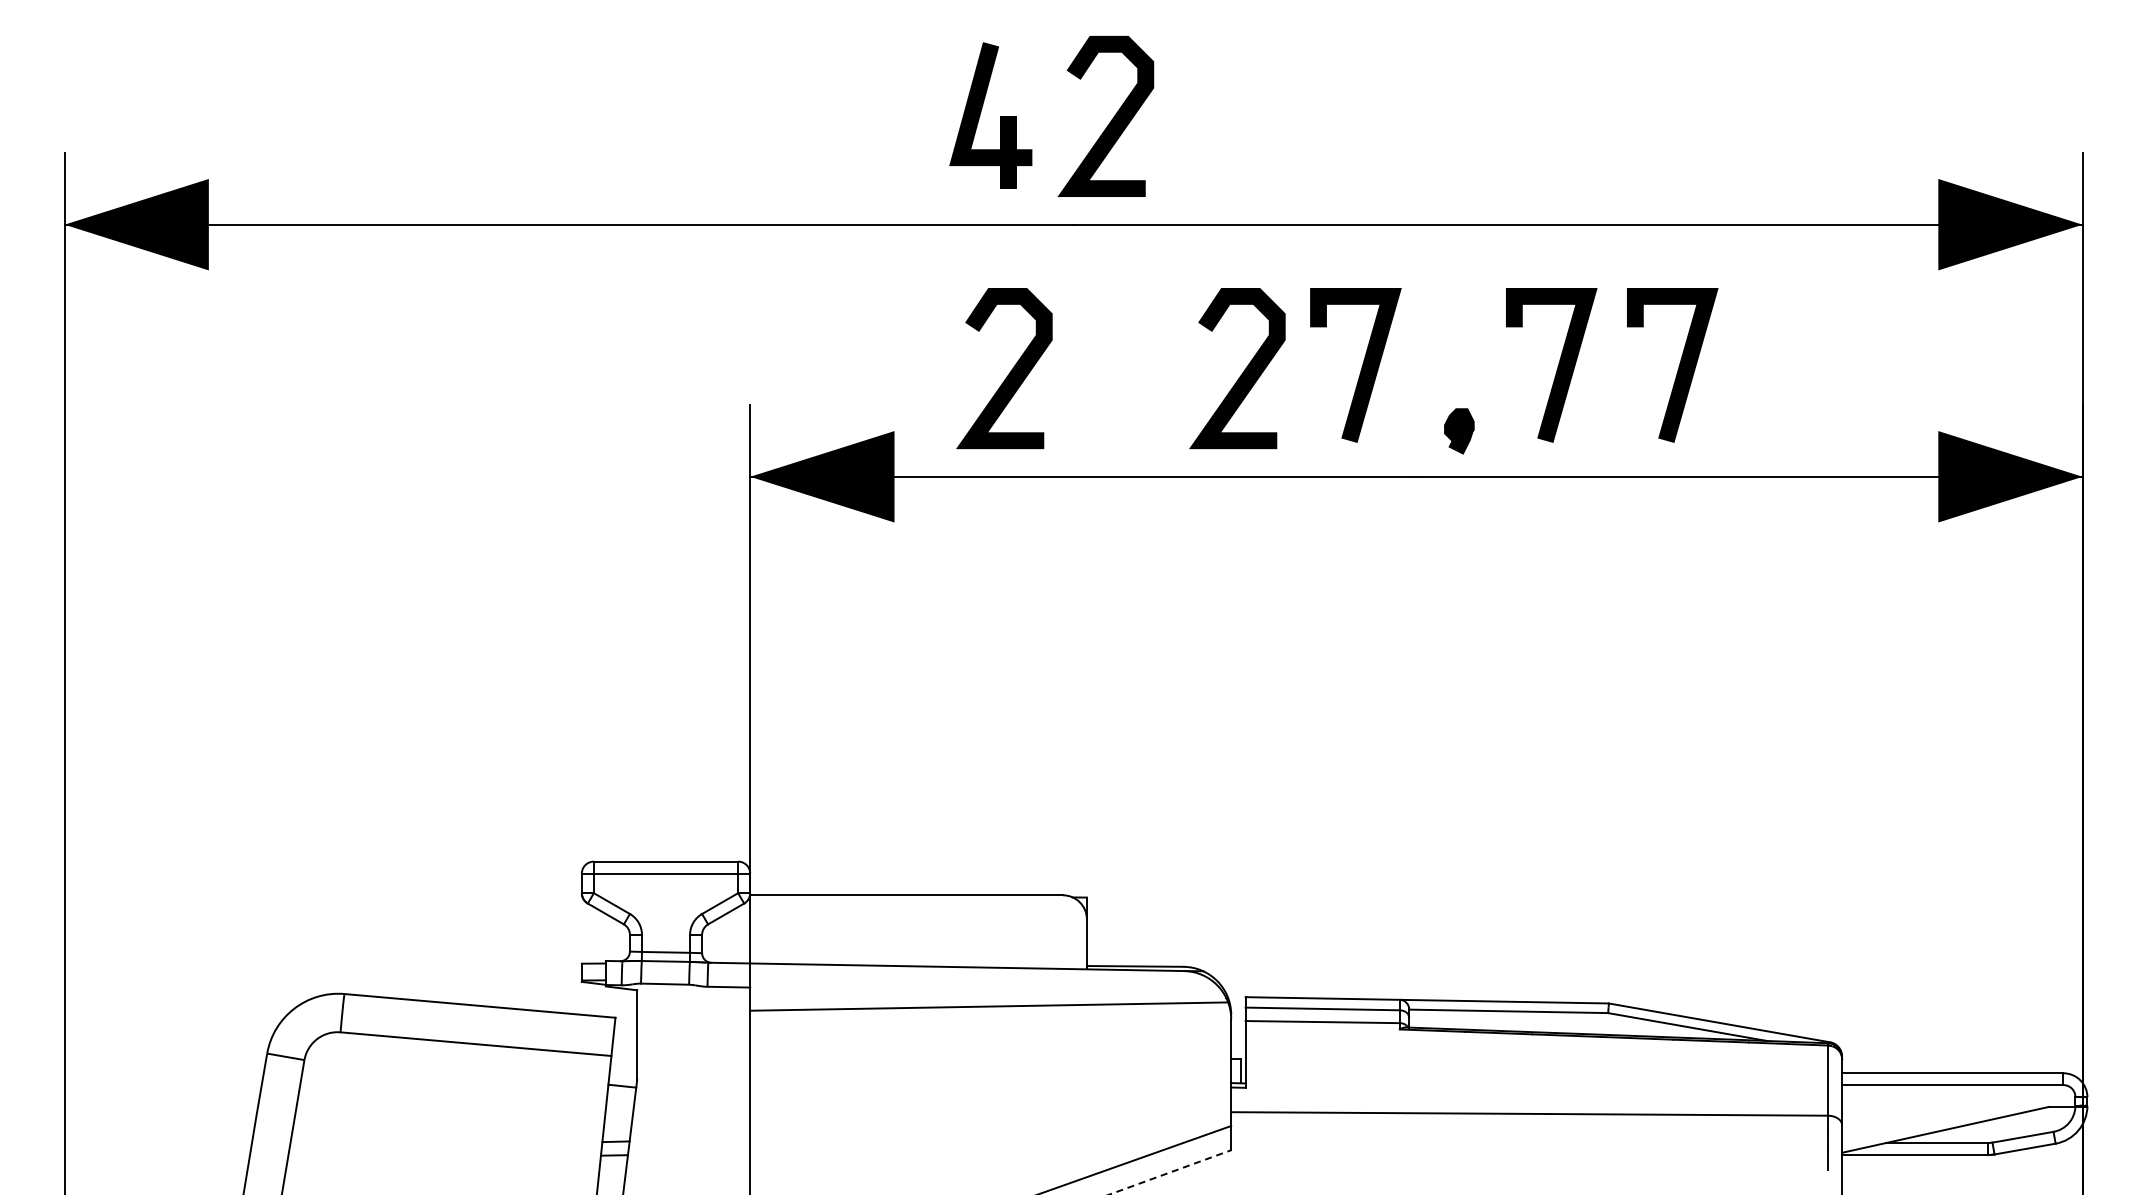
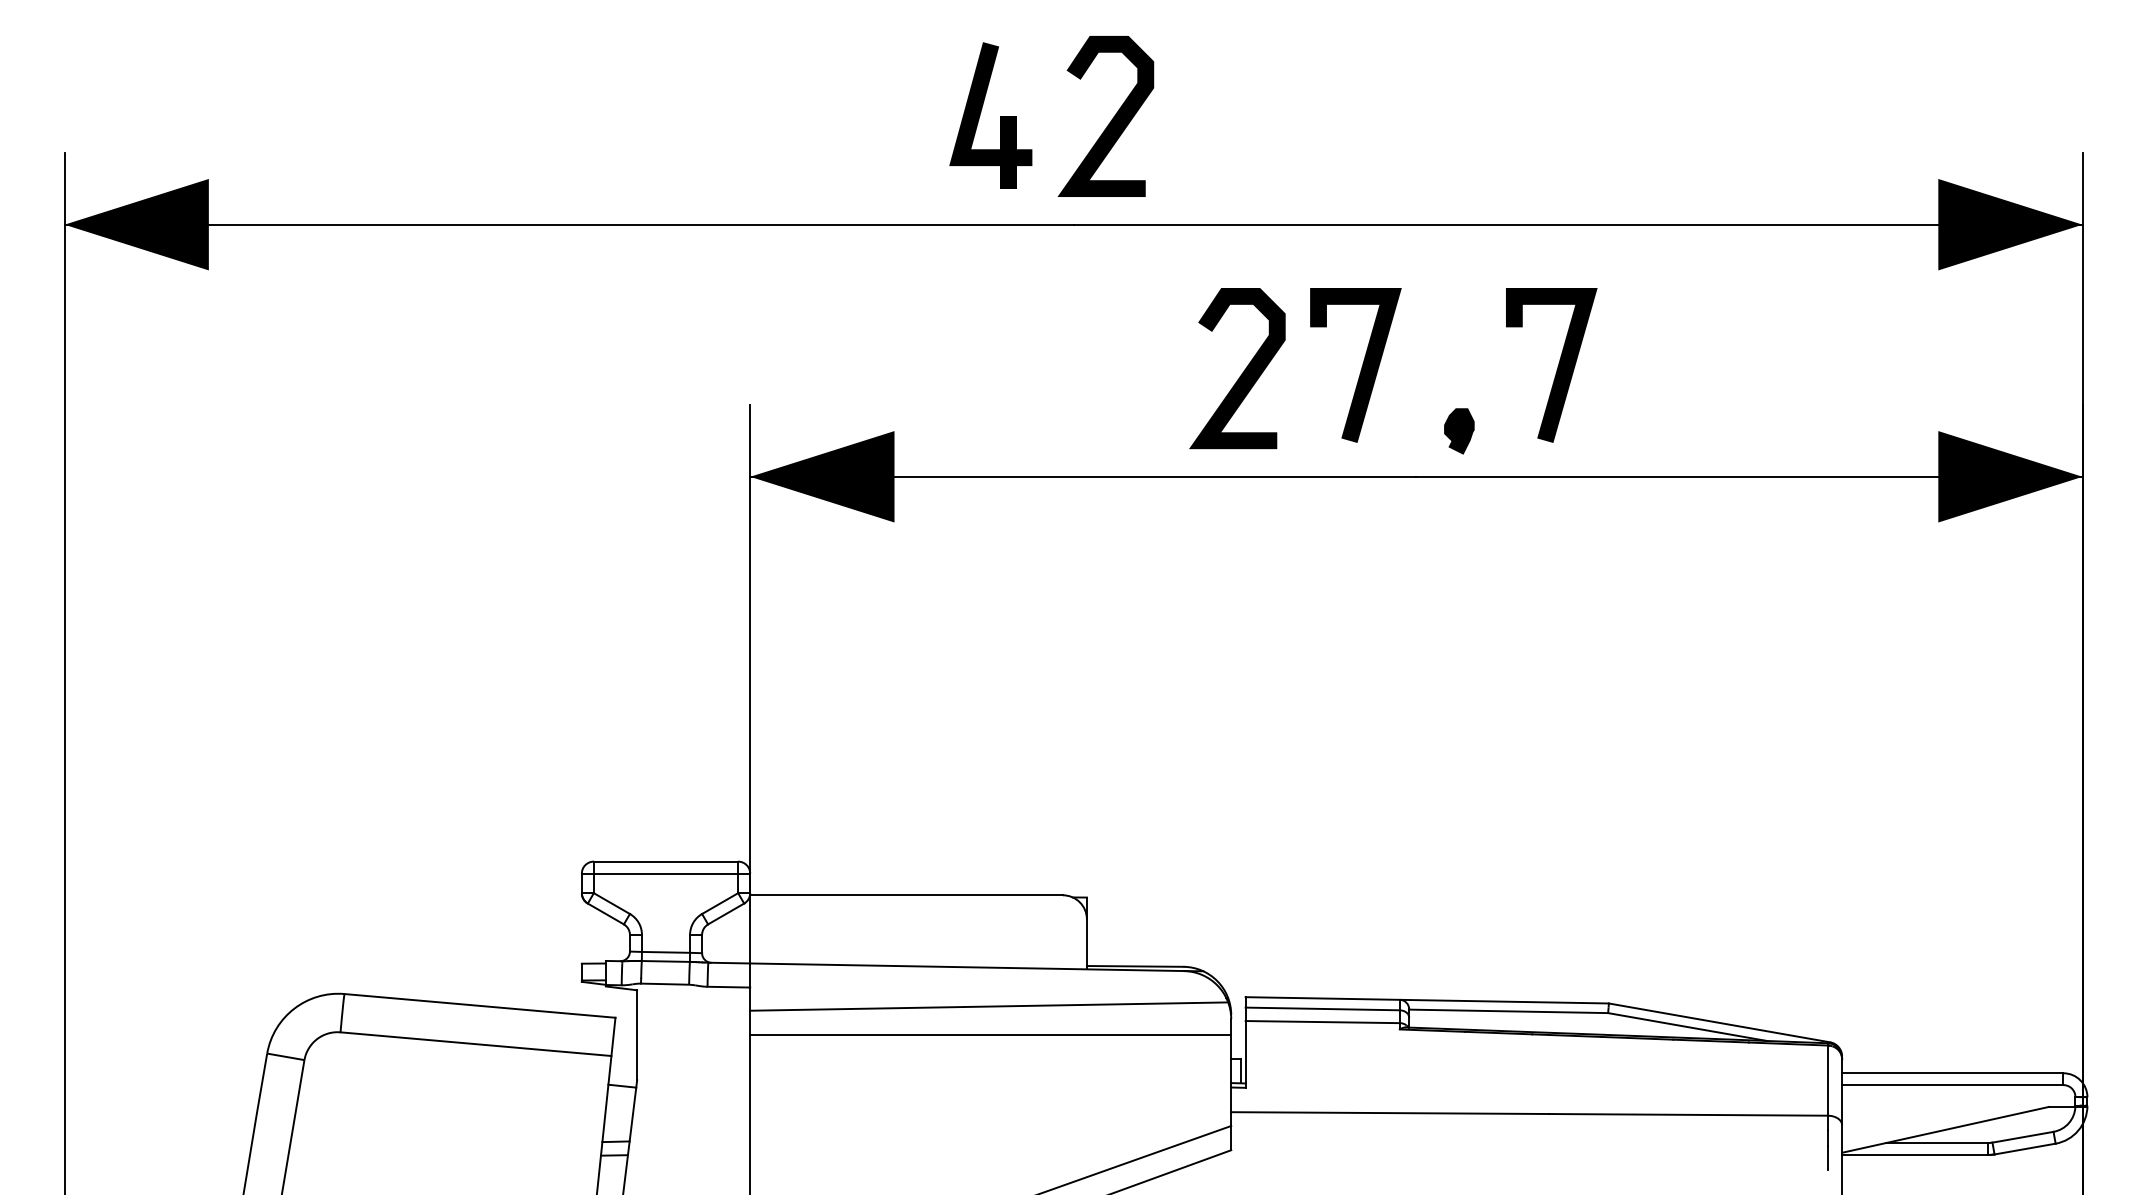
line at (1678, 366): present -> none
curve at (1009, 372): present -> none
line at (990, 1034): none -> present
line at (1170, 1172): dashed -> solid
